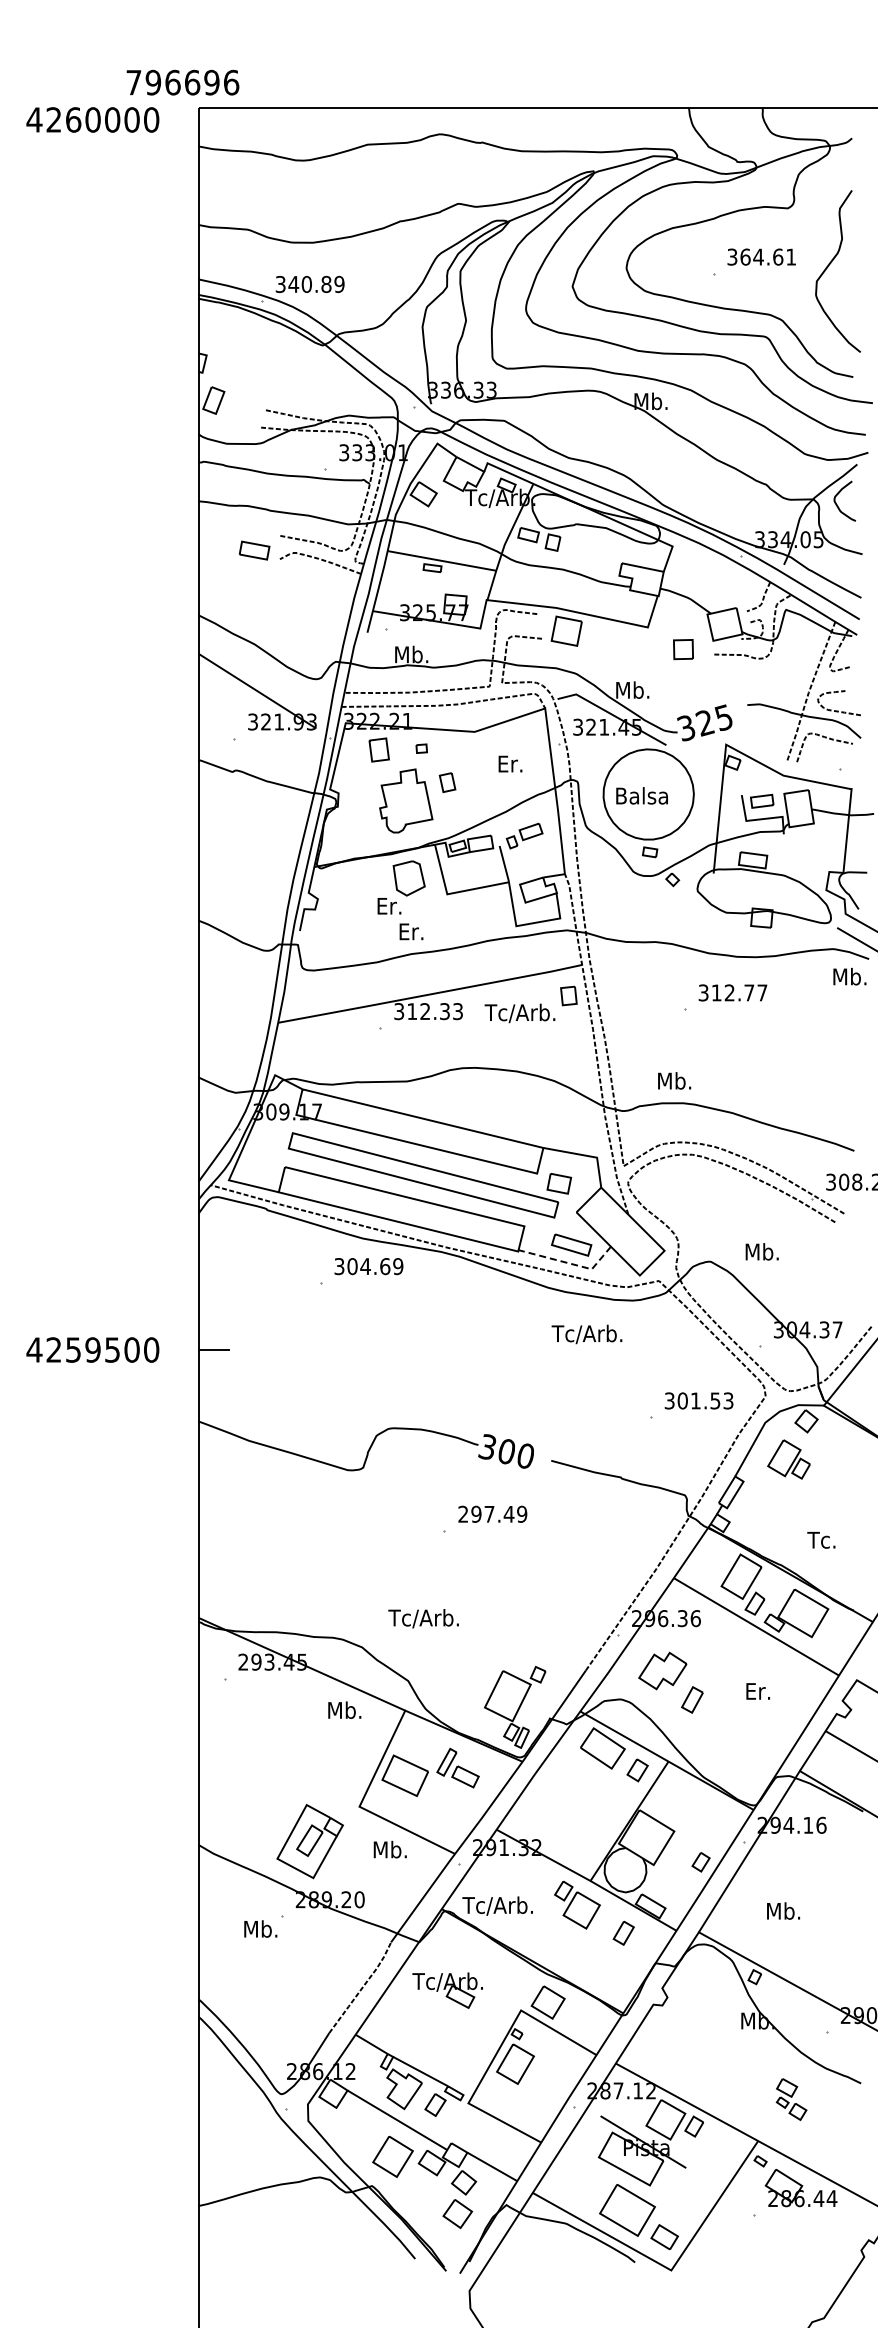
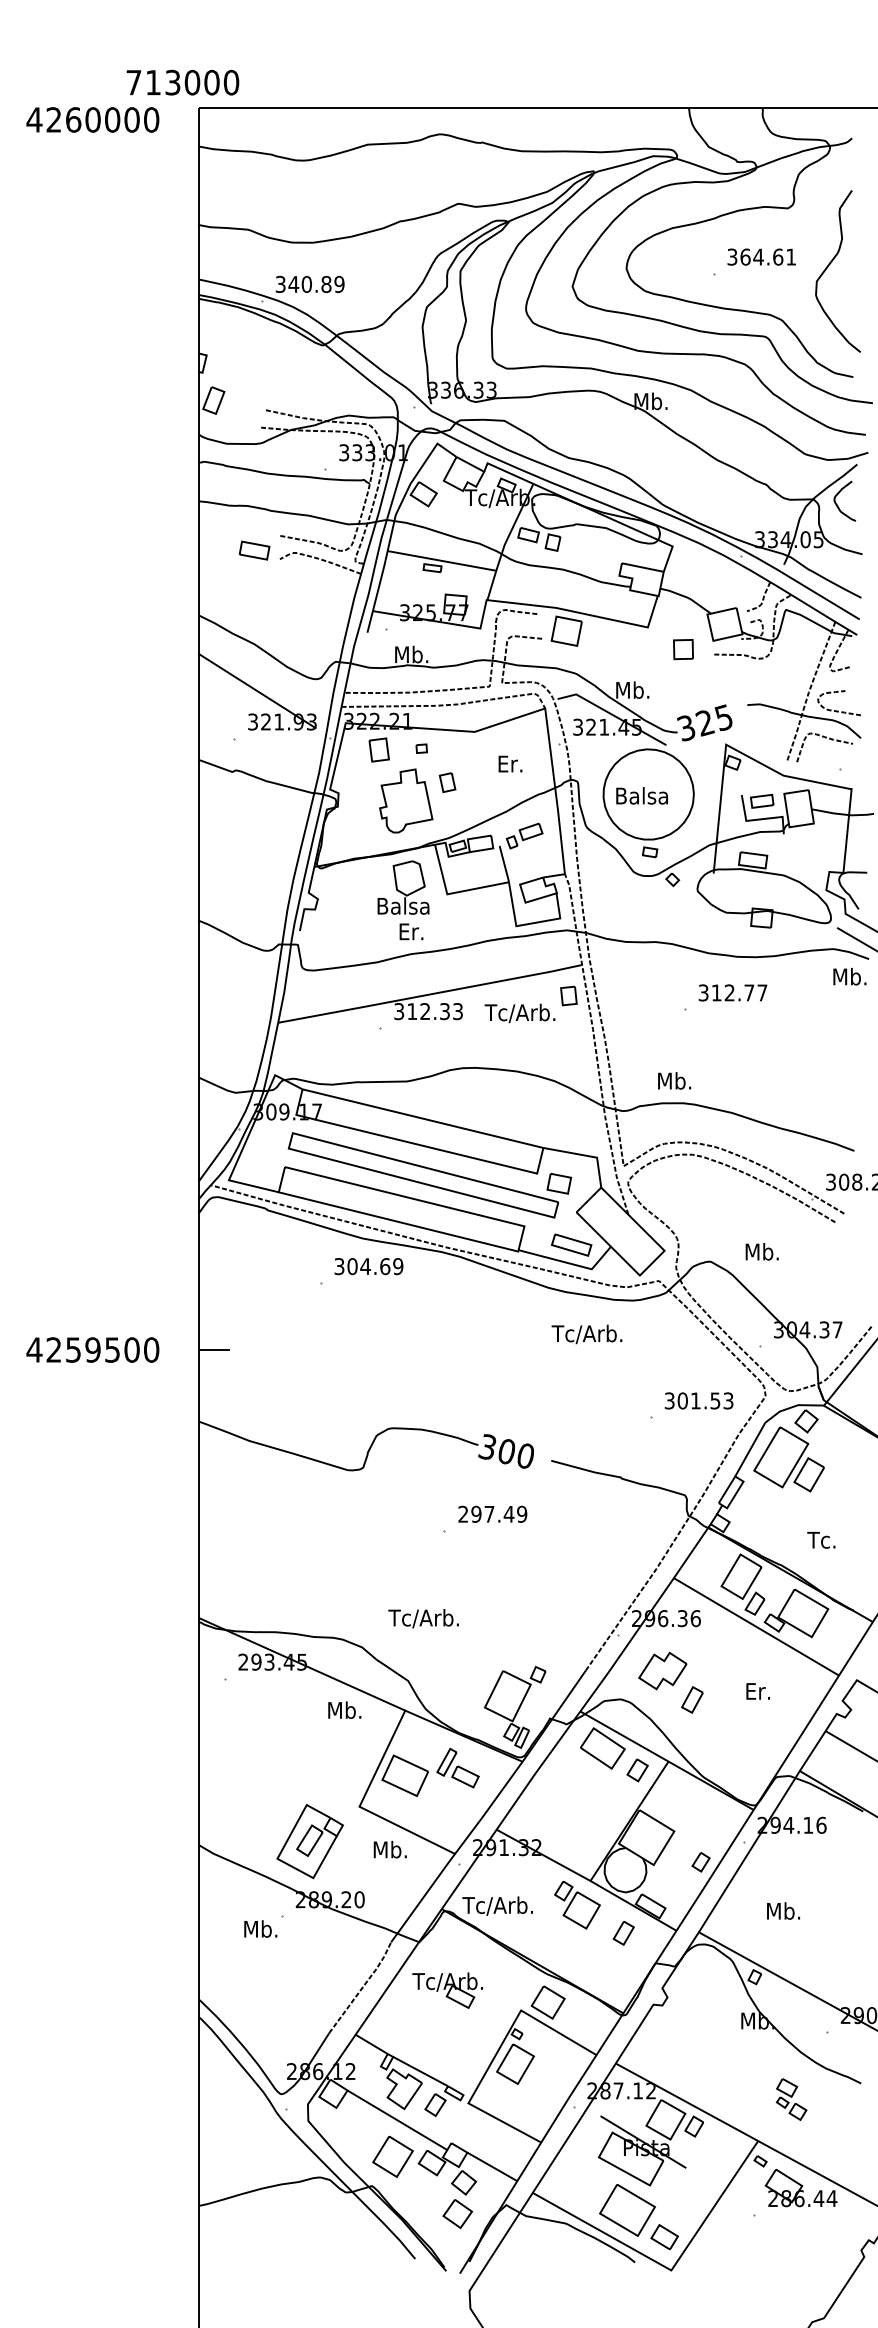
text at (192, 82): 796696 -> 713000
text at (406, 905): Er. -> Balsa
line at (569, 1263): dashed -> solid
part at (788, 1459) size: 44x41 px -> 72x67 px
